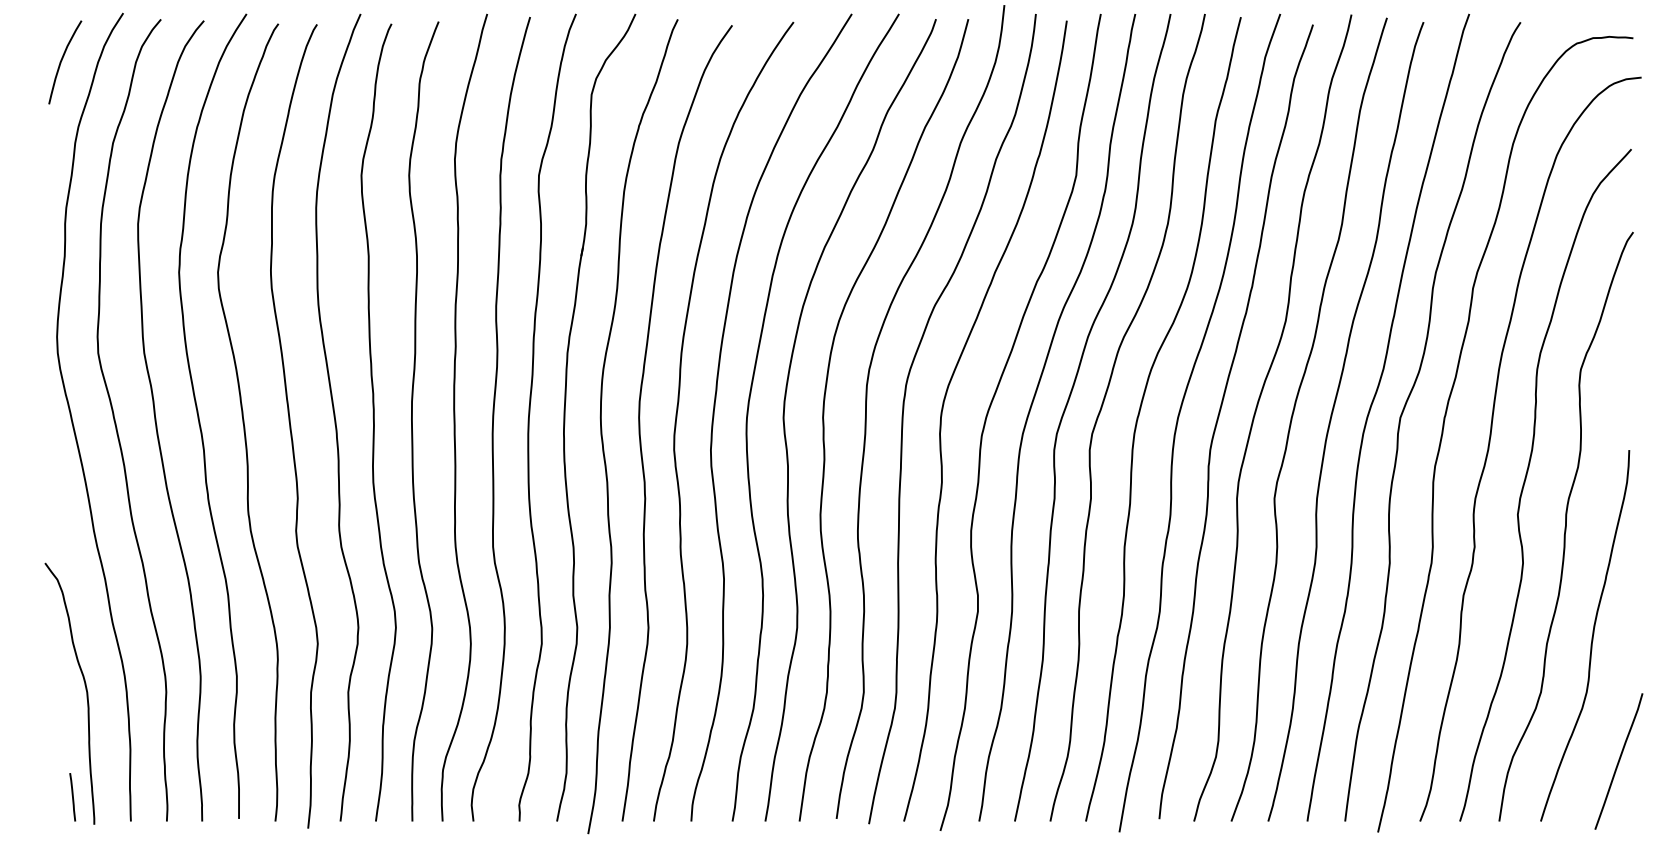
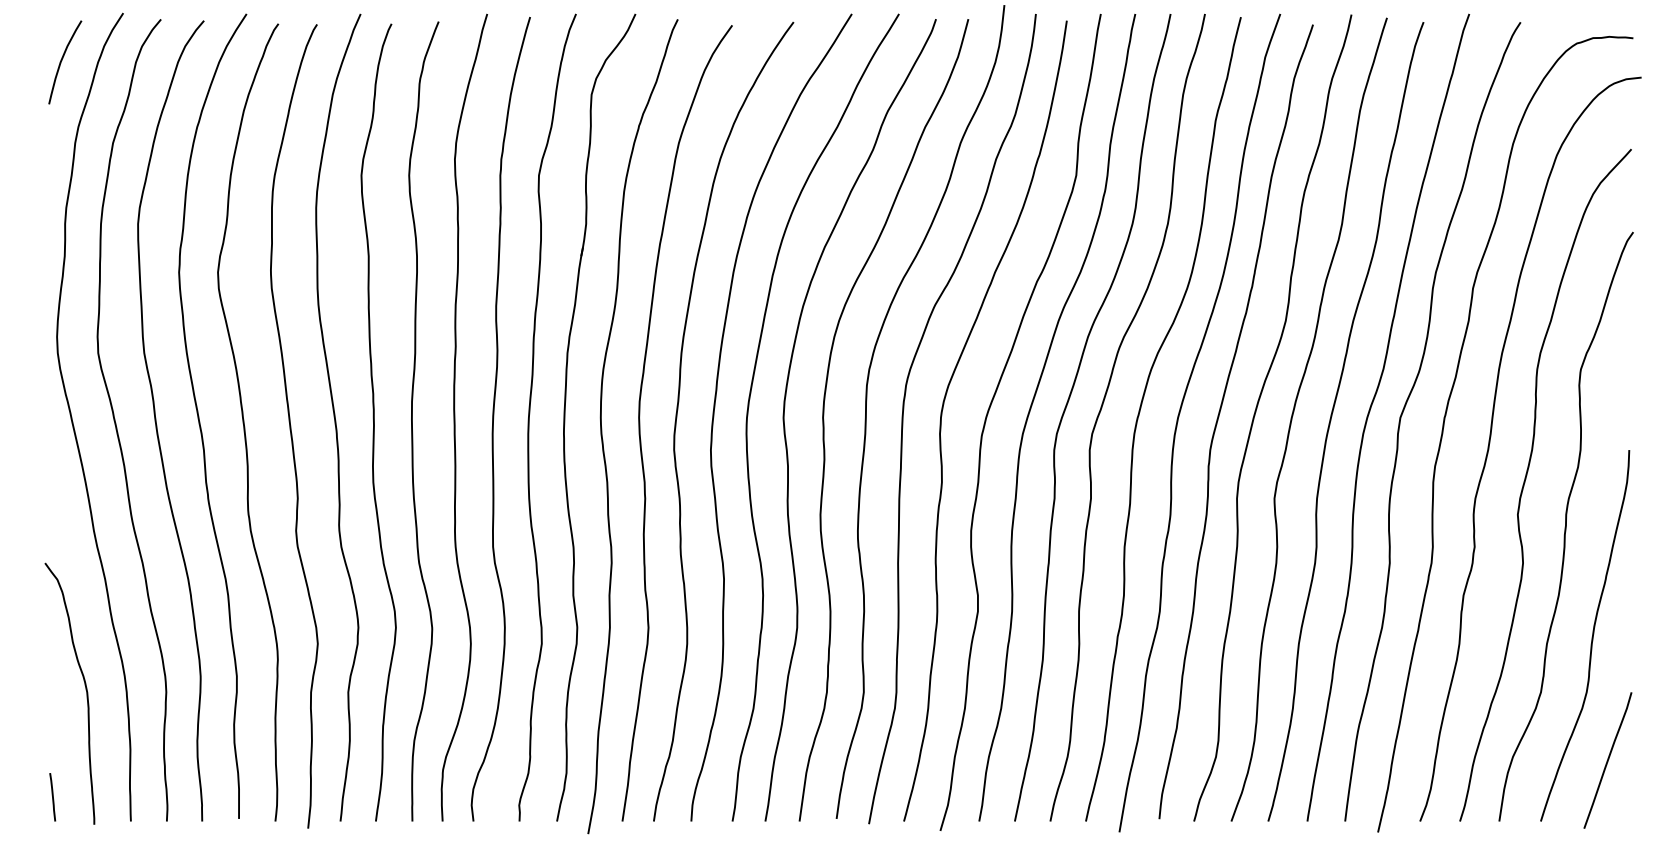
line at (1618, 761) position: (1618, 761) -> (1607, 760)
line at (72, 797) position: (72, 797) -> (52, 797)
